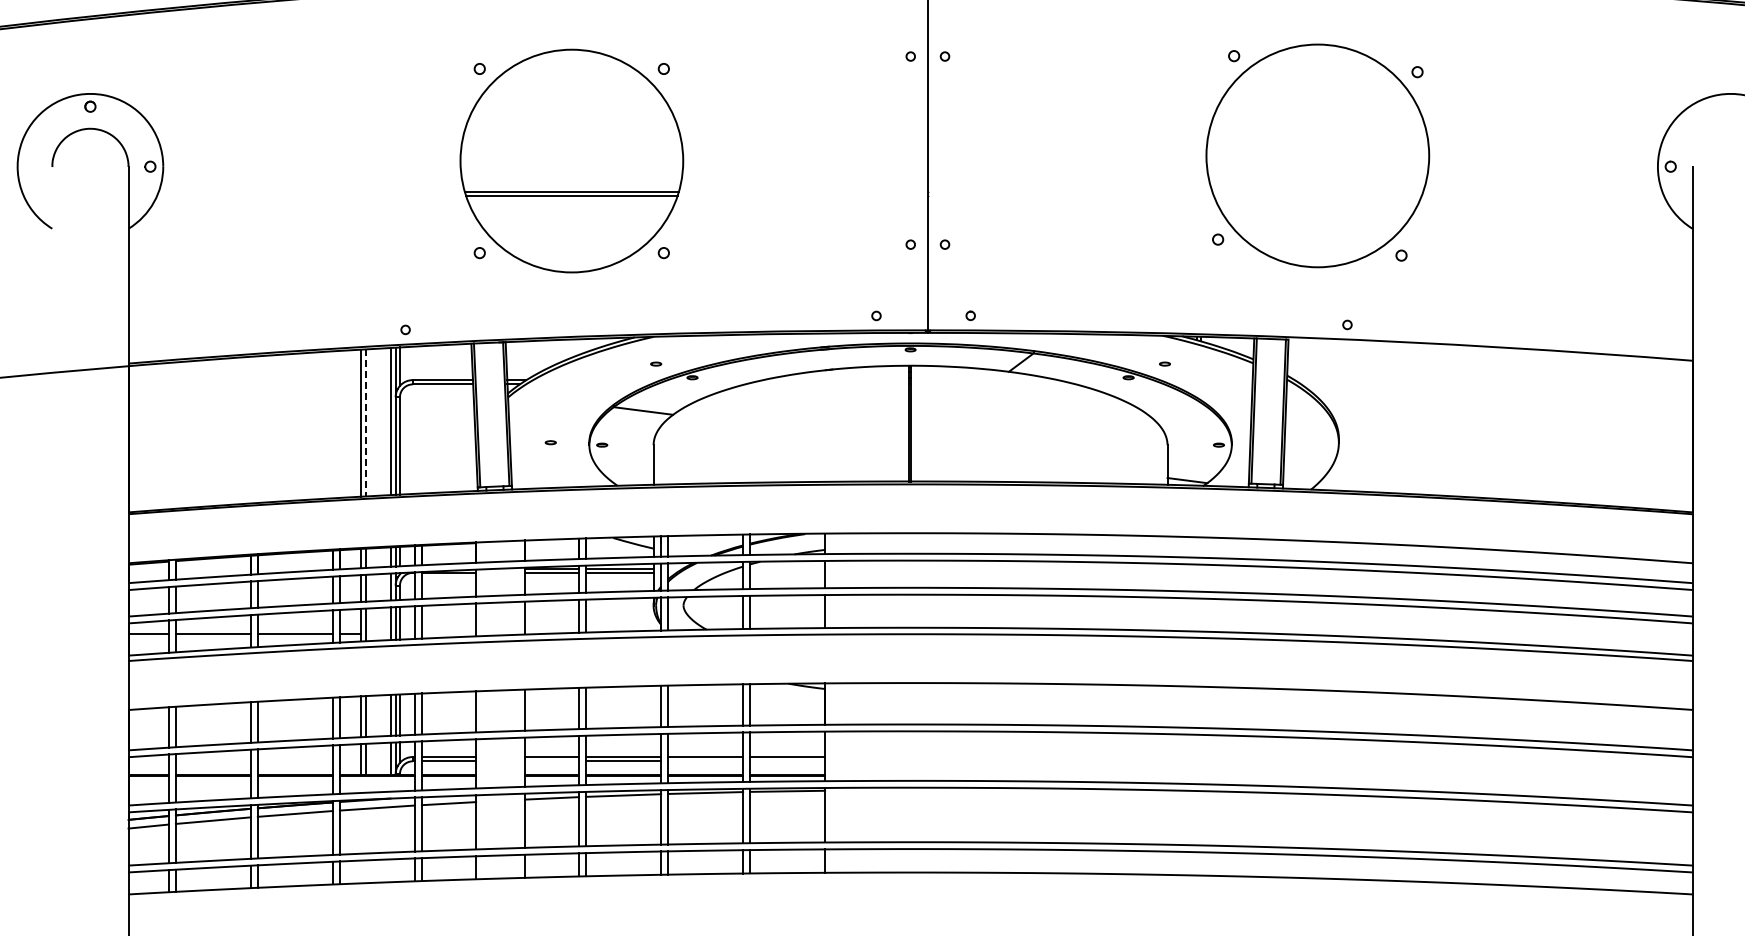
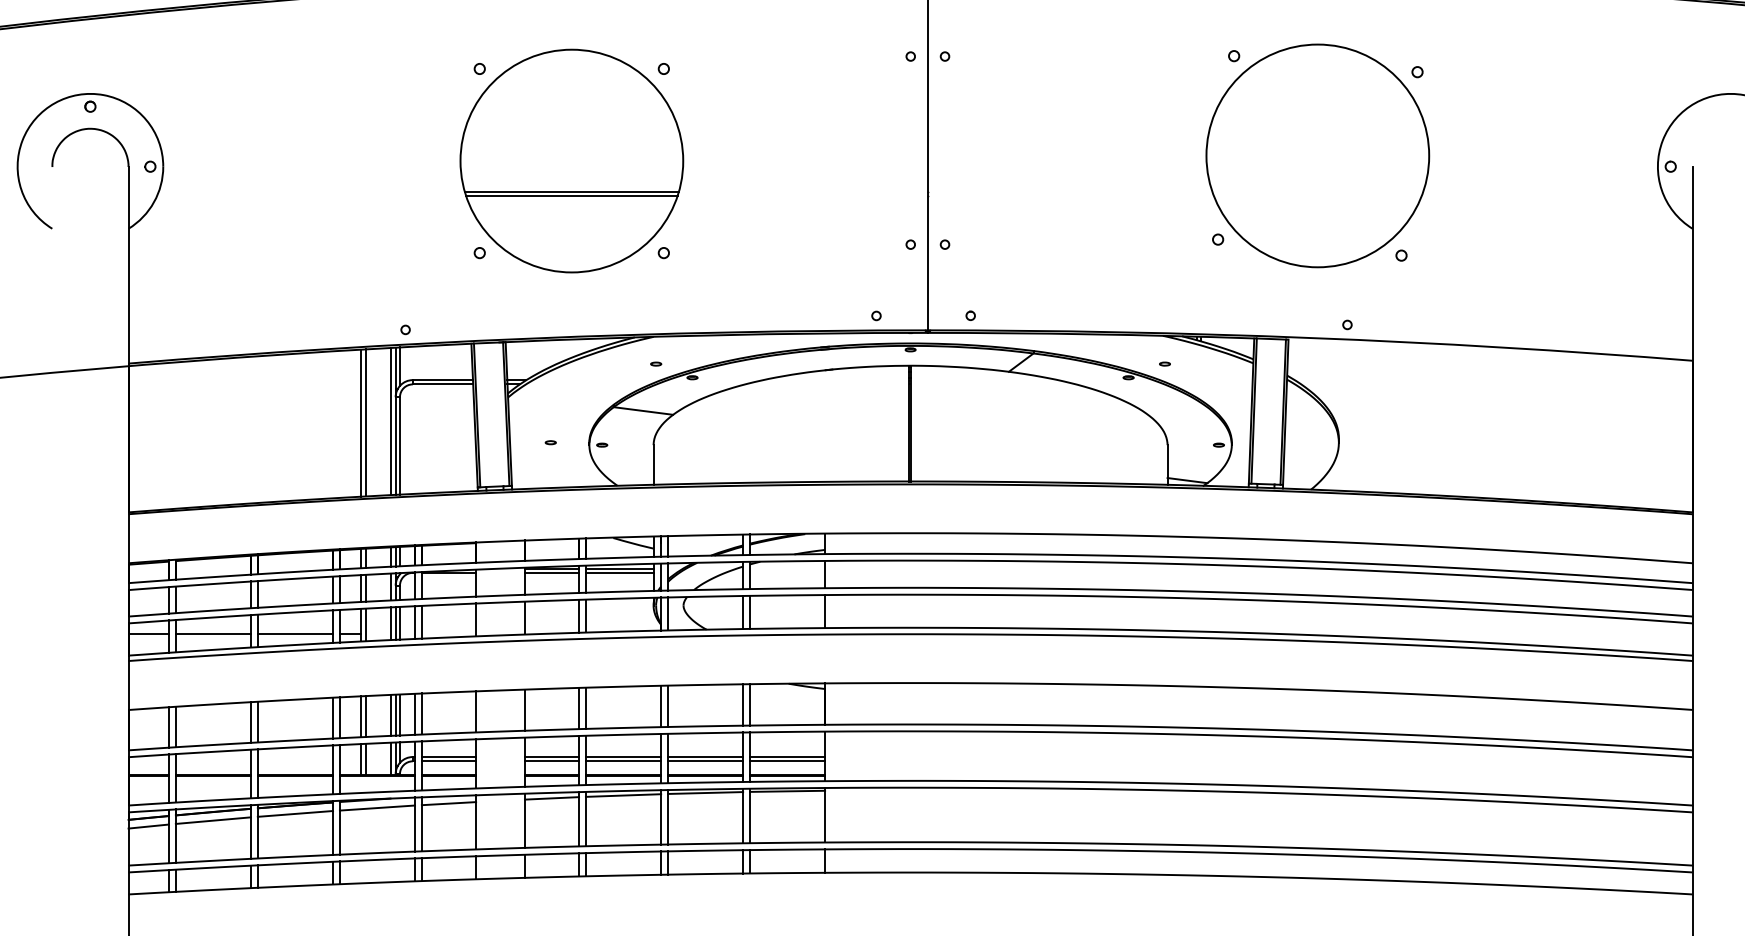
line at (365, 422): dashed -> solid
line at (551, 761): none -> present
line at (705, 761): none -> present
line at (787, 761): none -> present
